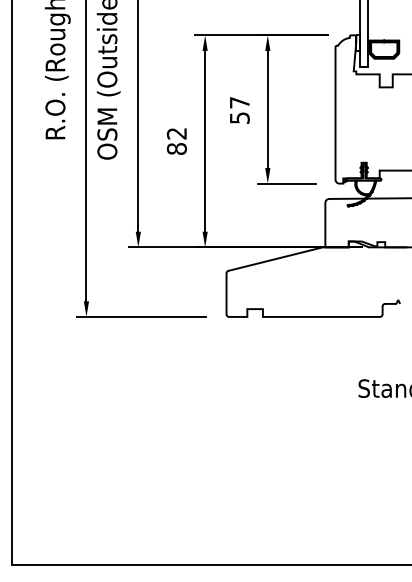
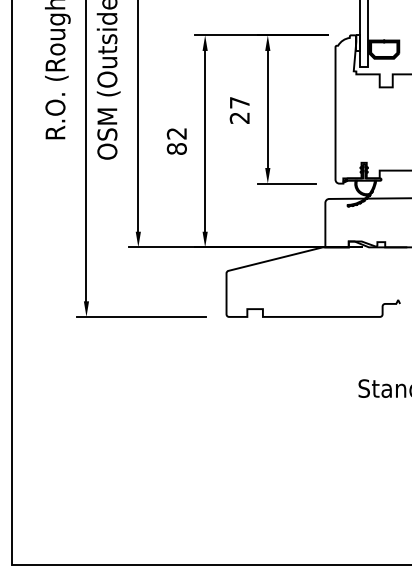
text at (239, 117): 57 -> 27
